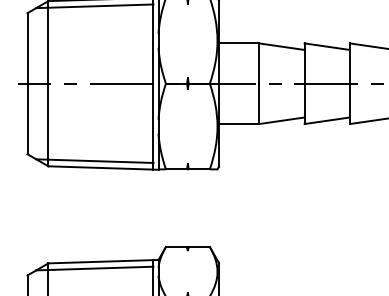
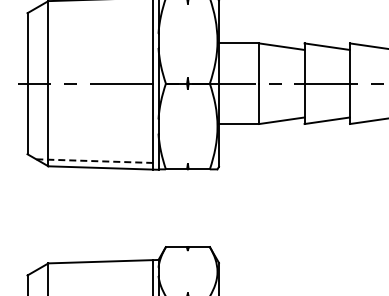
line at (94, 6): present -> none
line at (94, 161): solid -> dashed
line at (94, 268): present -> none
